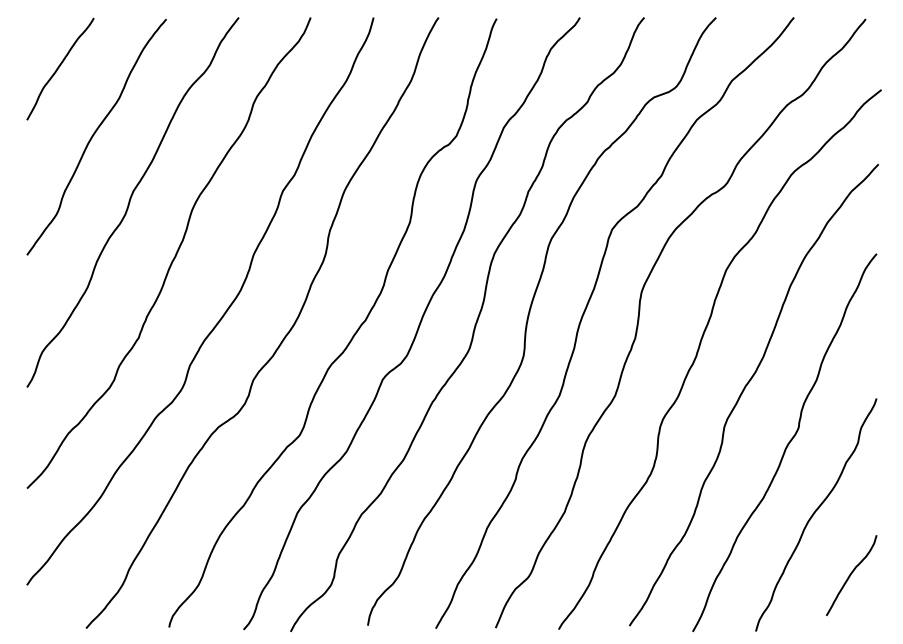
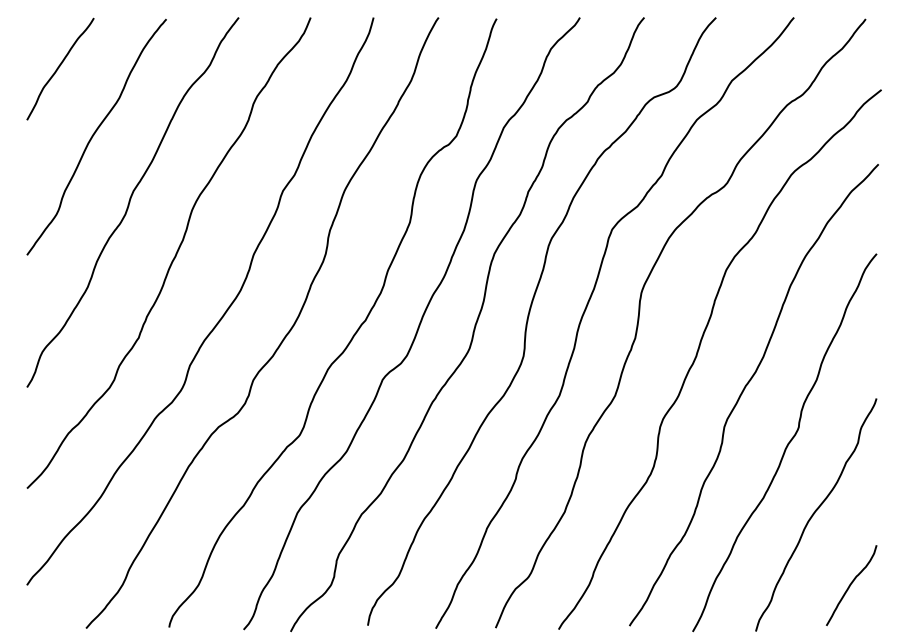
curve at (851, 575) position: (851, 575) -> (851, 585)
